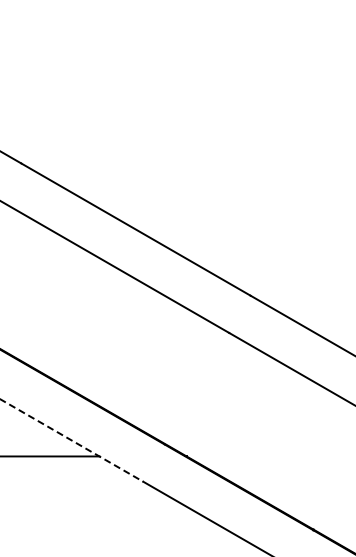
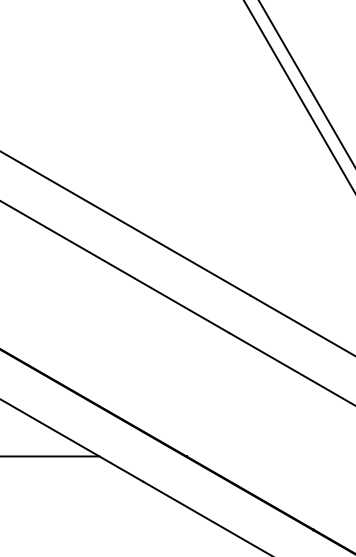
line at (305, 82): none -> present
line at (298, 95): none -> present
line at (72, 440): dashed -> solid
